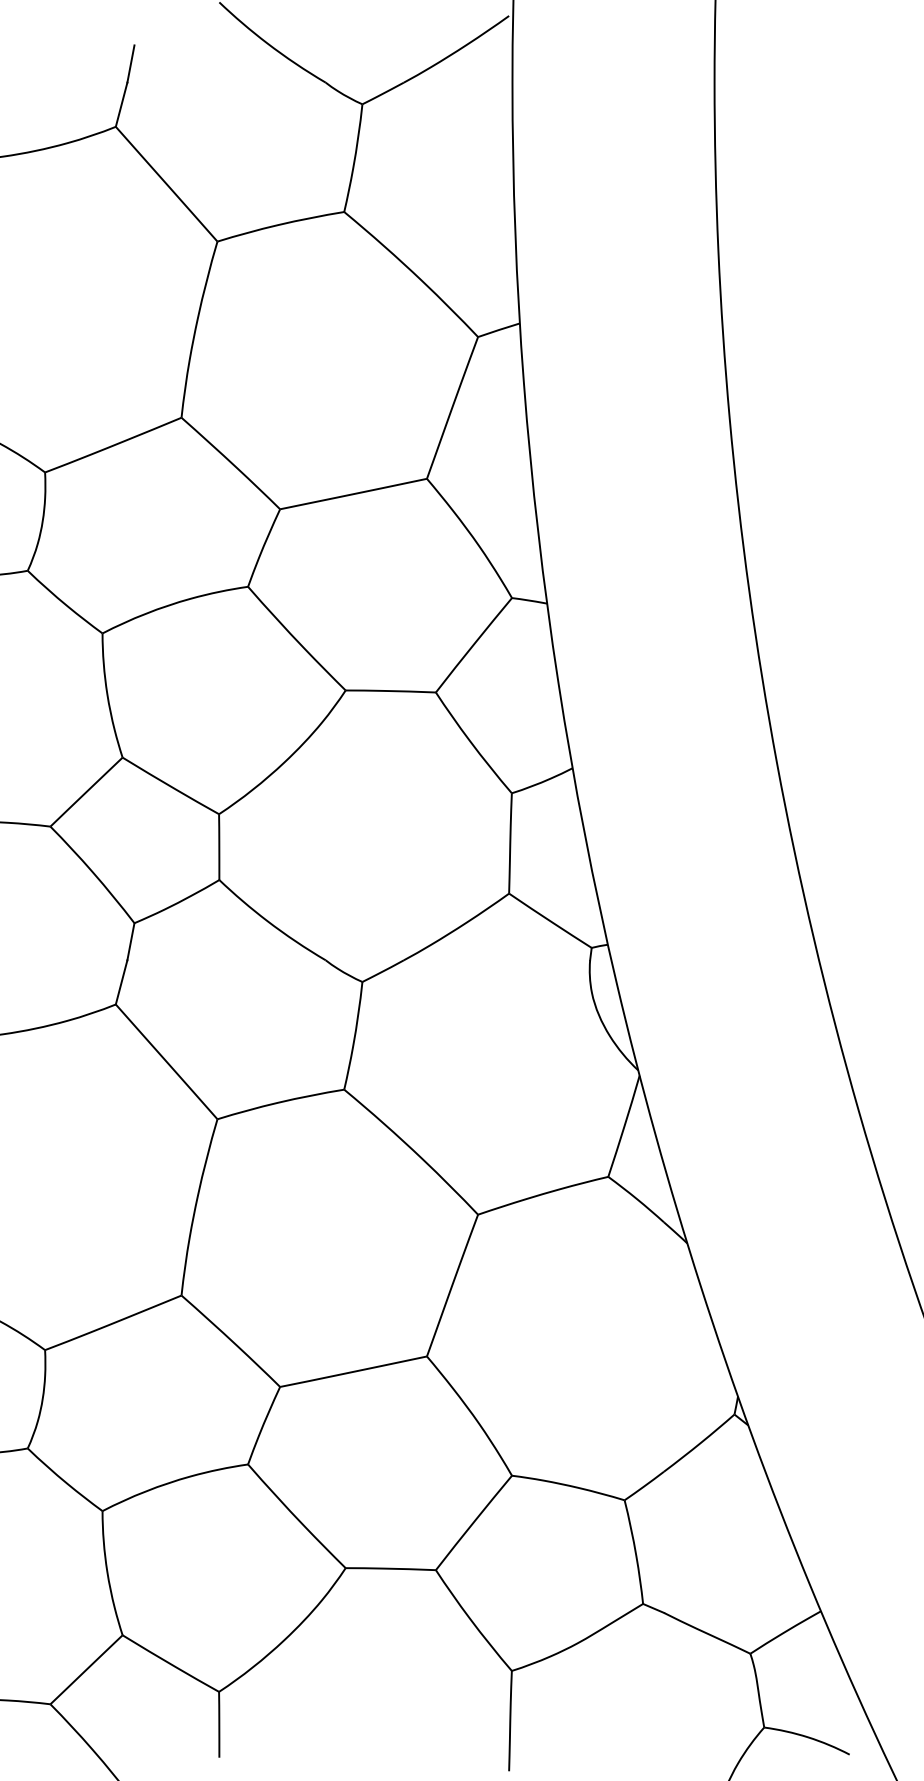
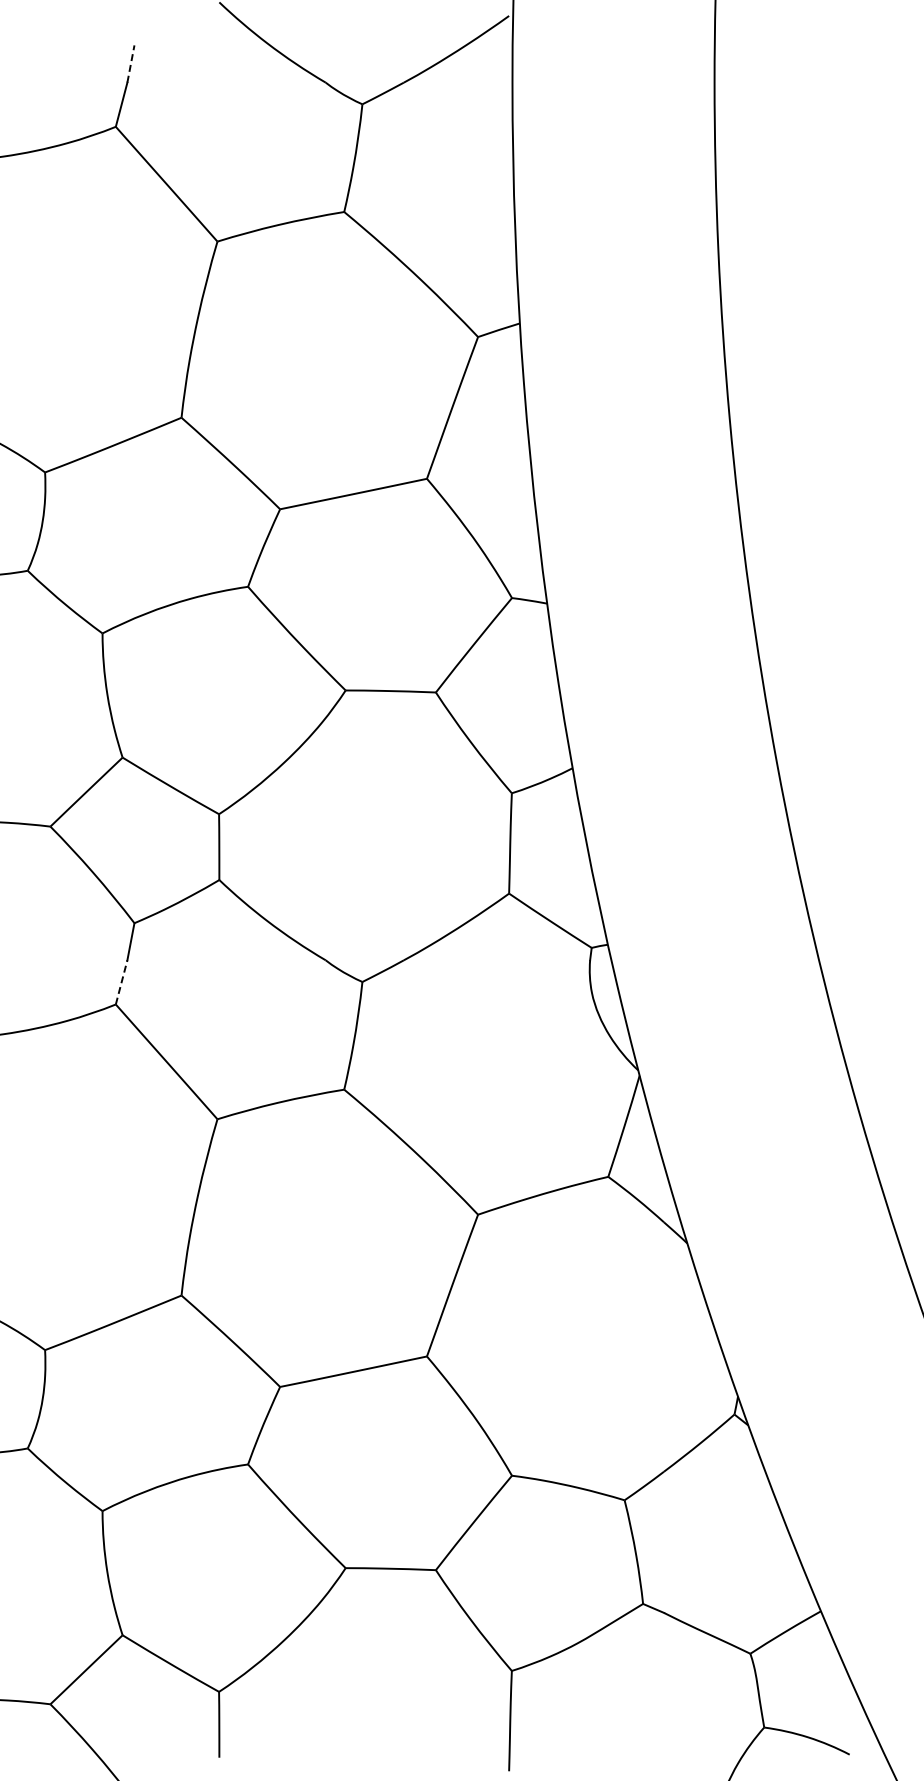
line at (130, 64): solid -> dashed
line at (121, 982): solid -> dashed
